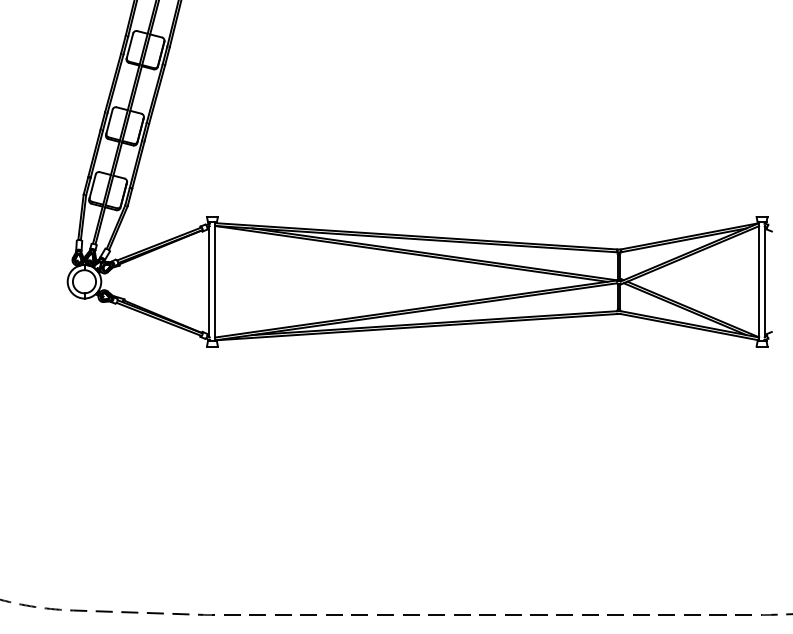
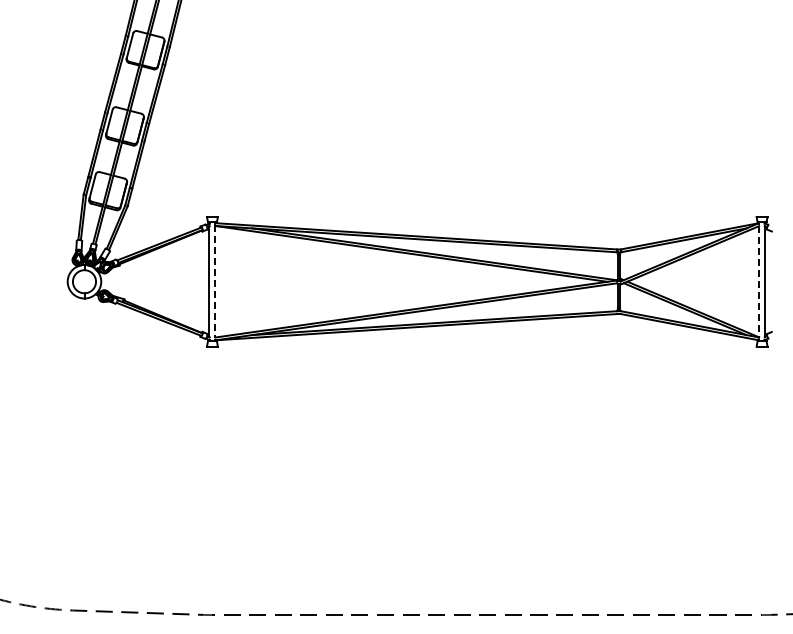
line at (215, 282): solid -> dashed
line at (759, 282): solid -> dashed
